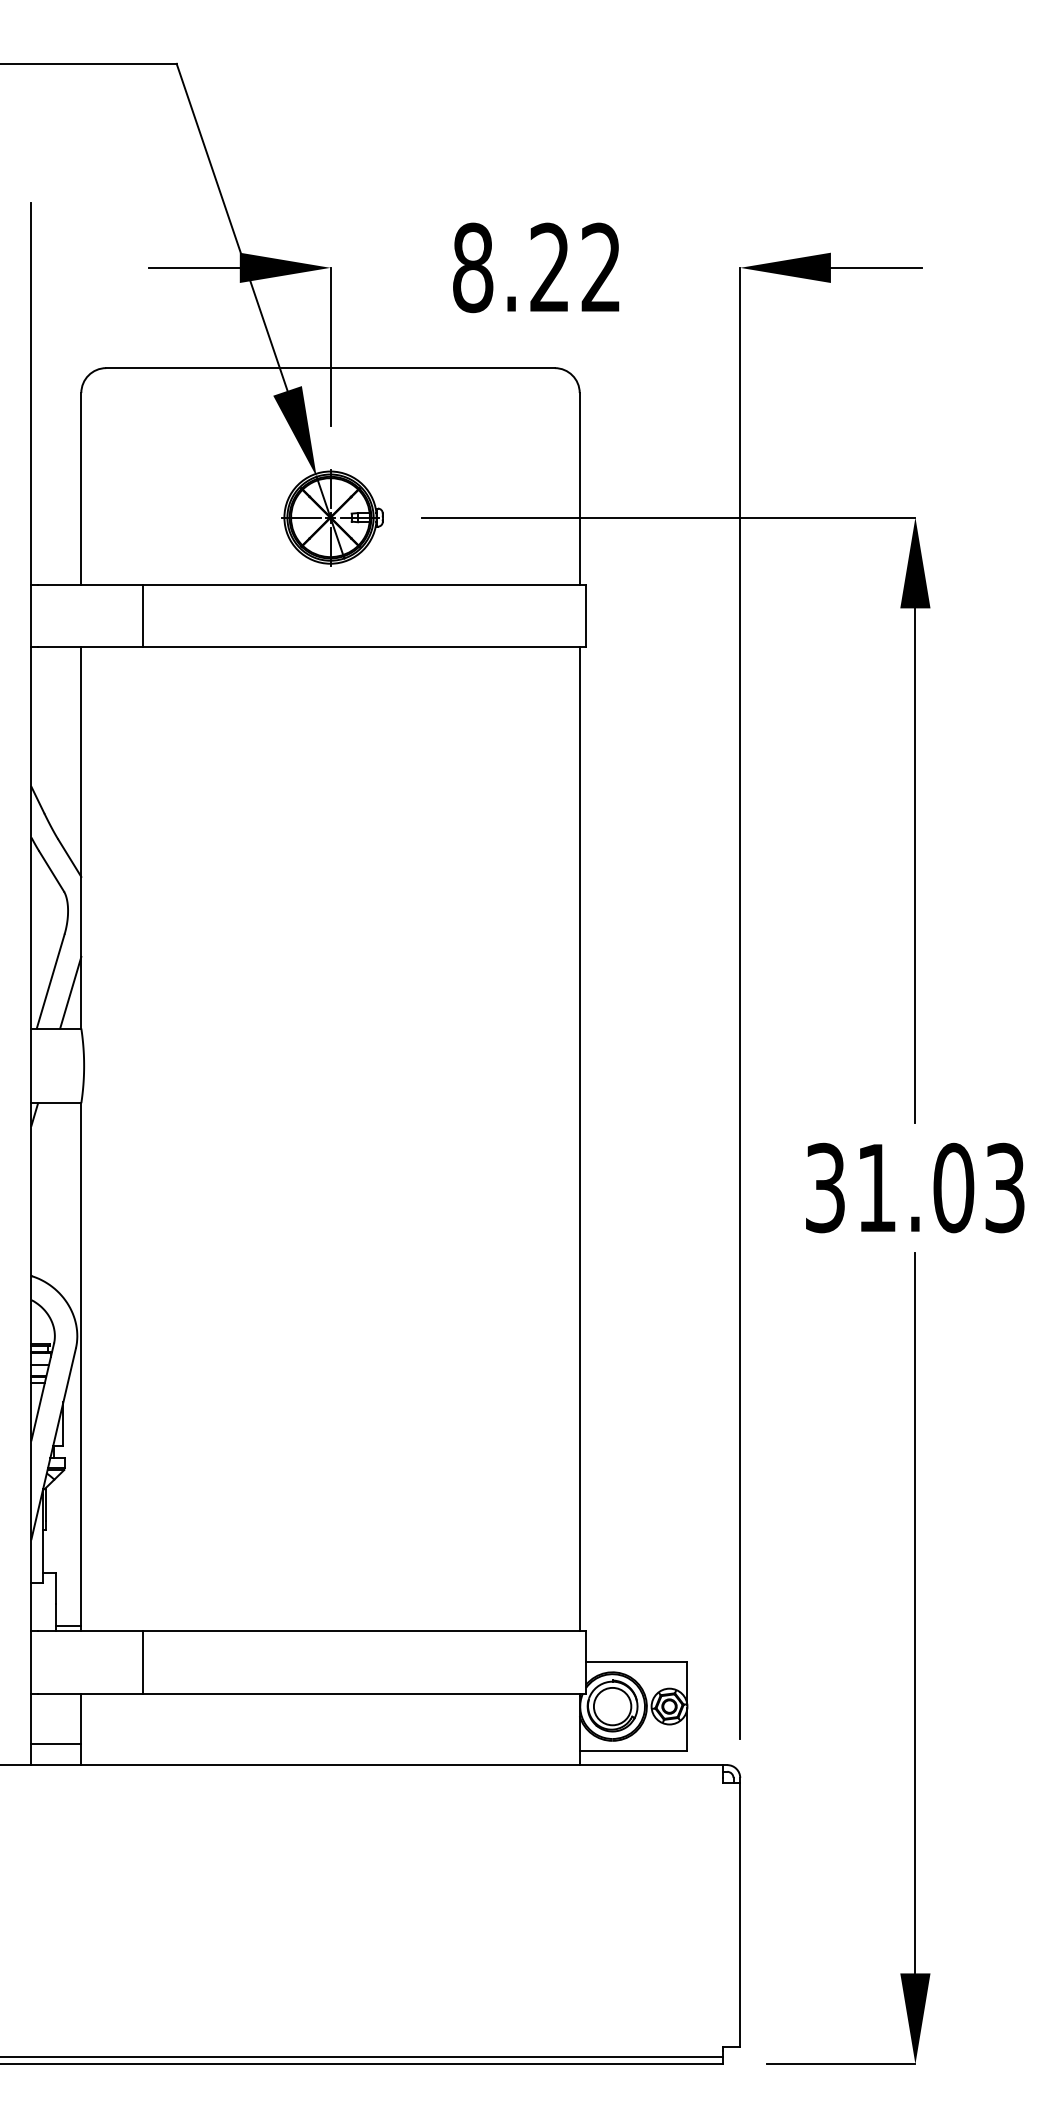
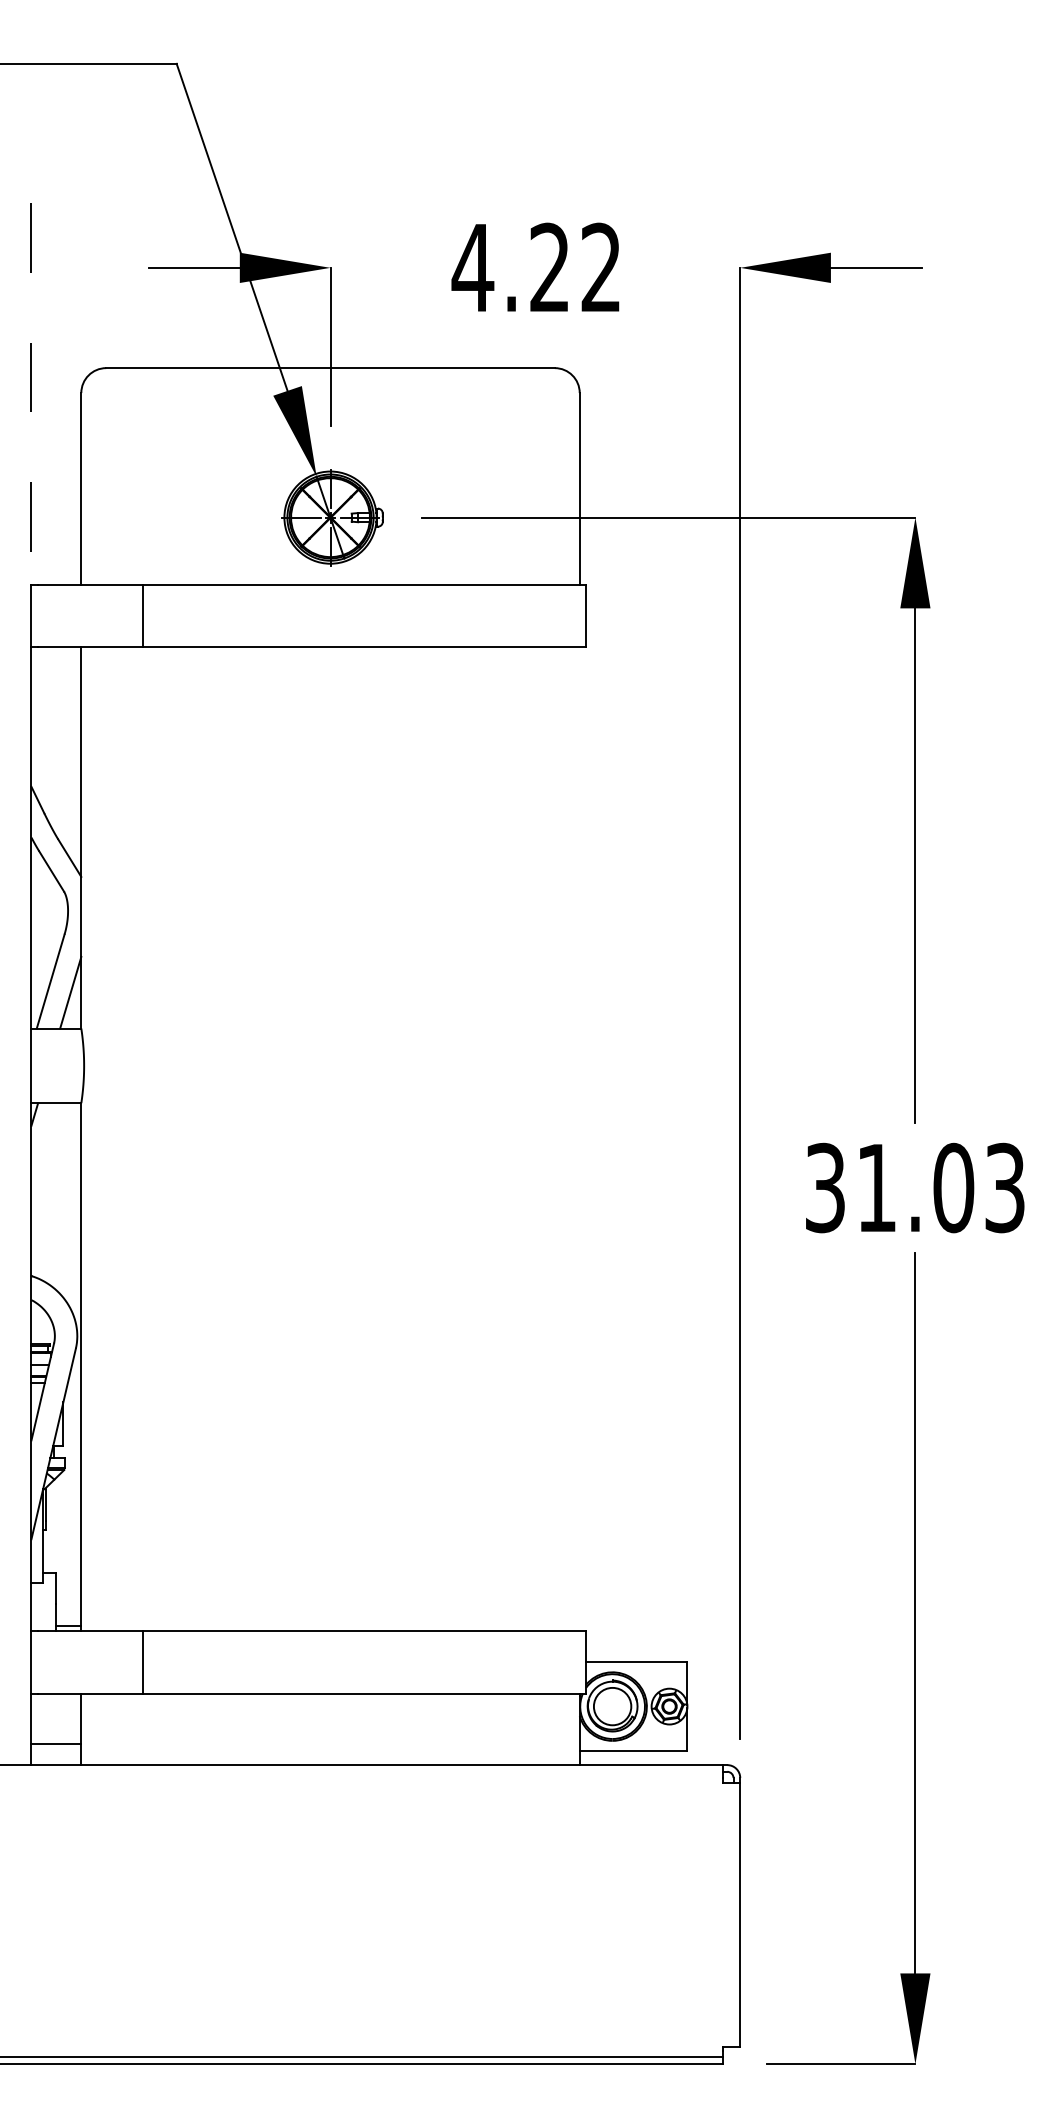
text at (472, 267): 8.22 -> 4.22
line at (31, 393): solid -> dashed
line at (579, 1138): present -> none
